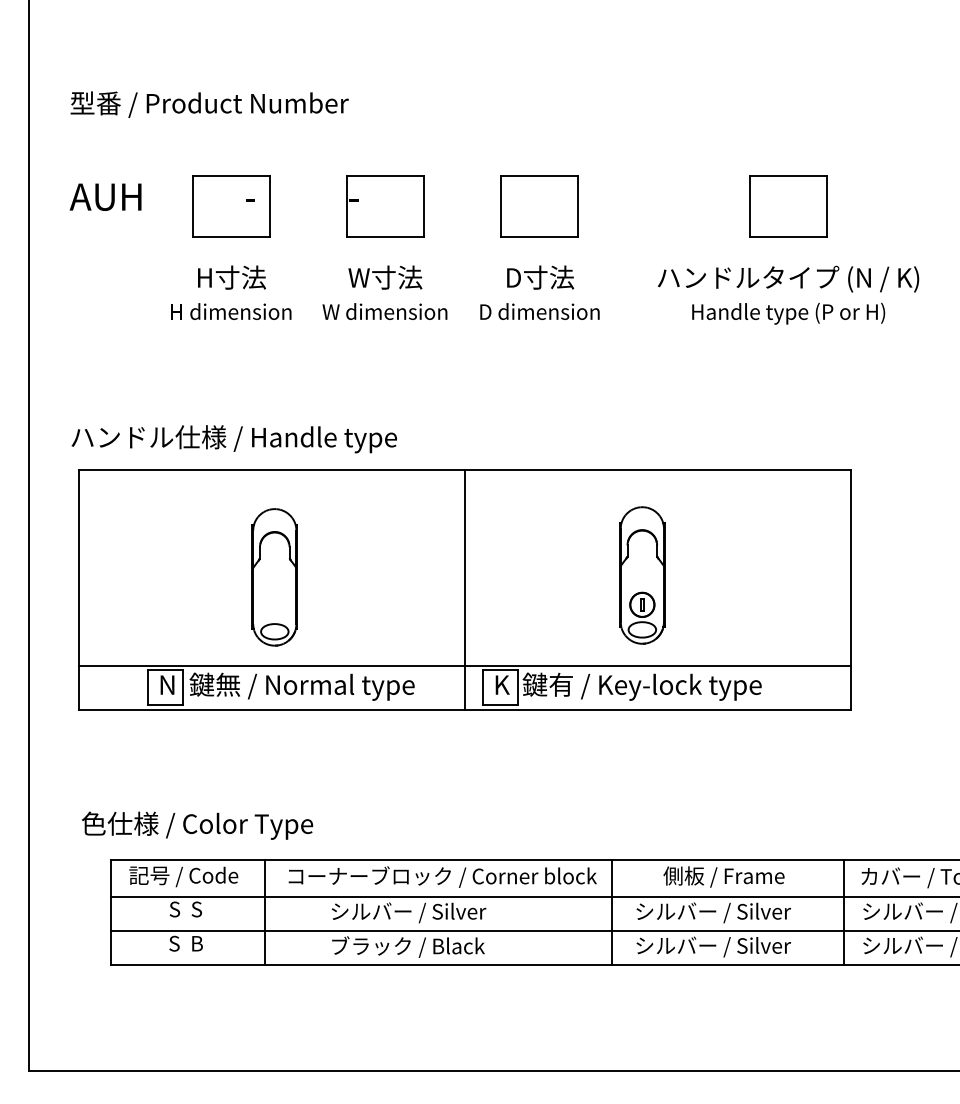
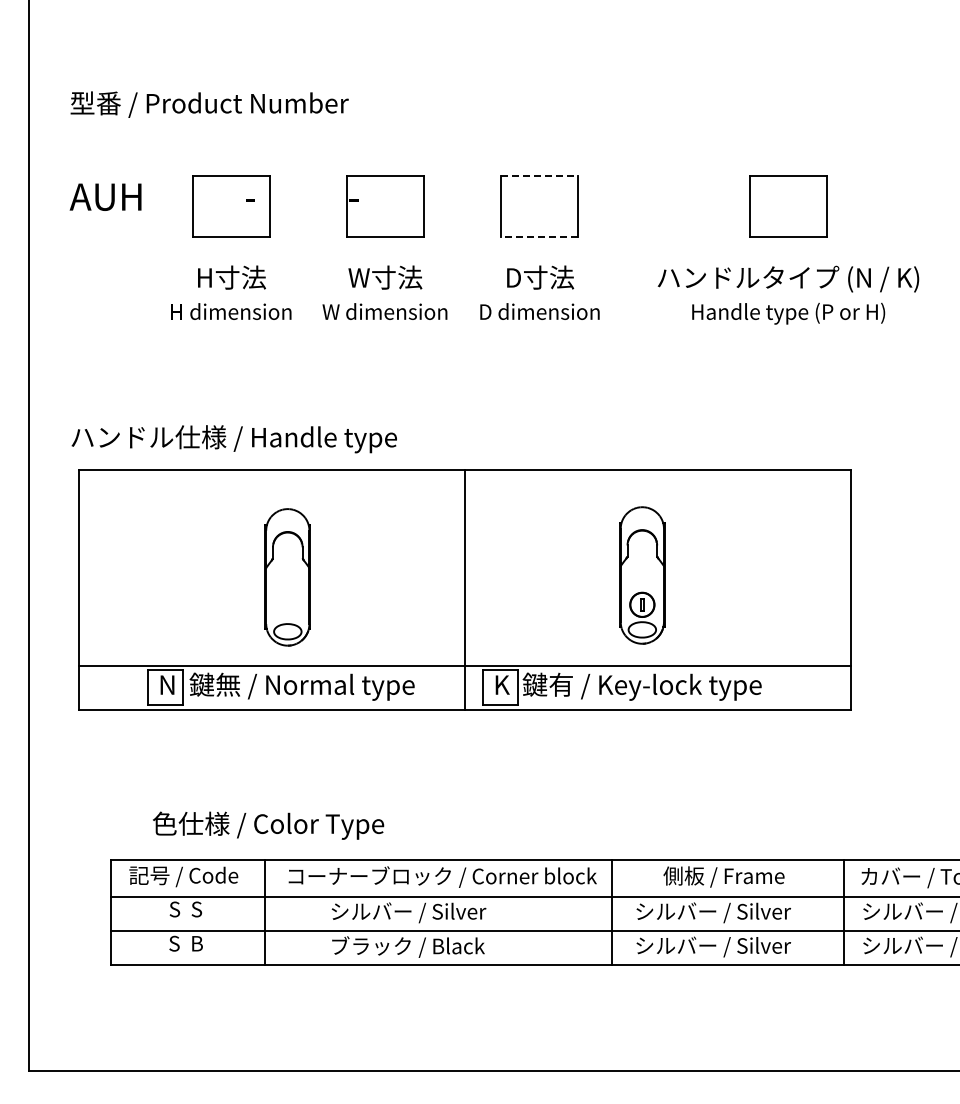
line at (539, 175): solid -> dashed
line at (539, 237): solid -> dashed
part at (274, 577) position: (274, 577) -> (287, 577)
text at (197, 825) position: (197, 825) -> (268, 825)
